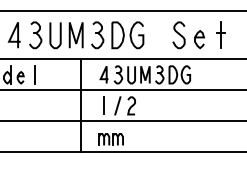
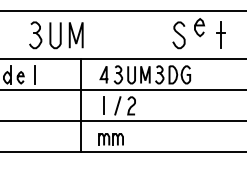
line at (13, 34): present -> none
part at (117, 35): present -> none
curve at (199, 38) position: (199, 38) -> (199, 26)
